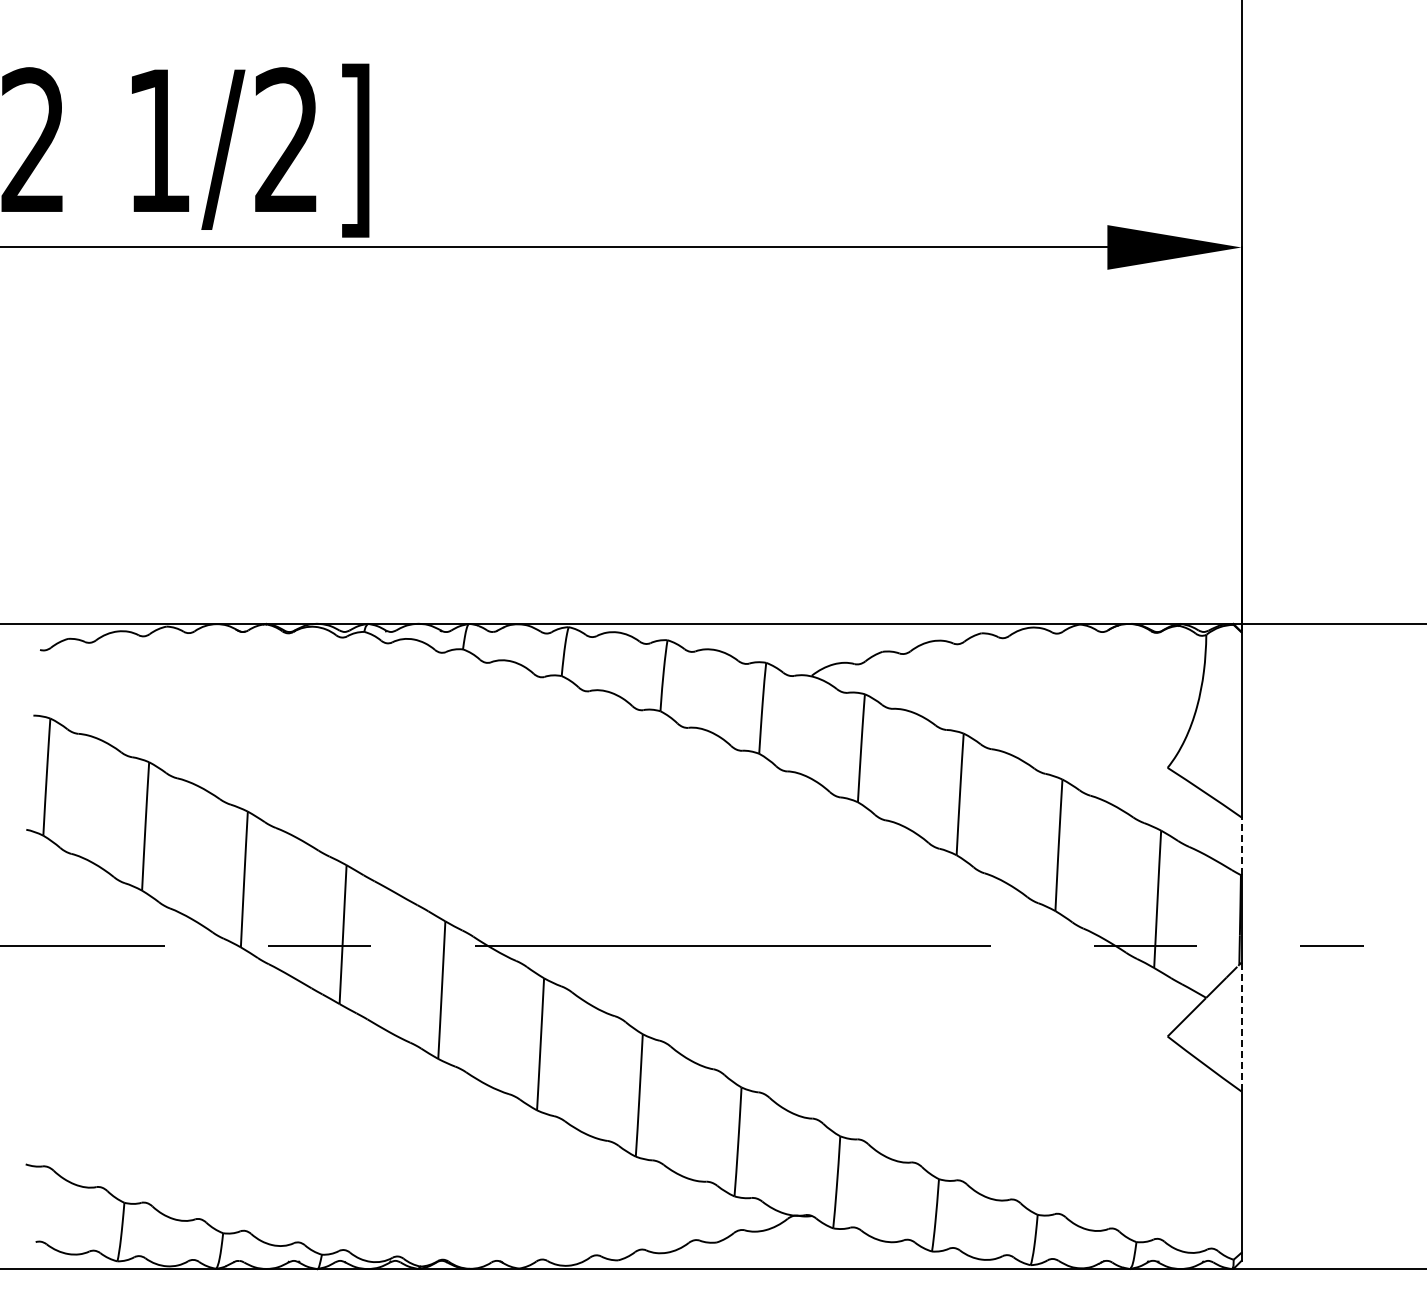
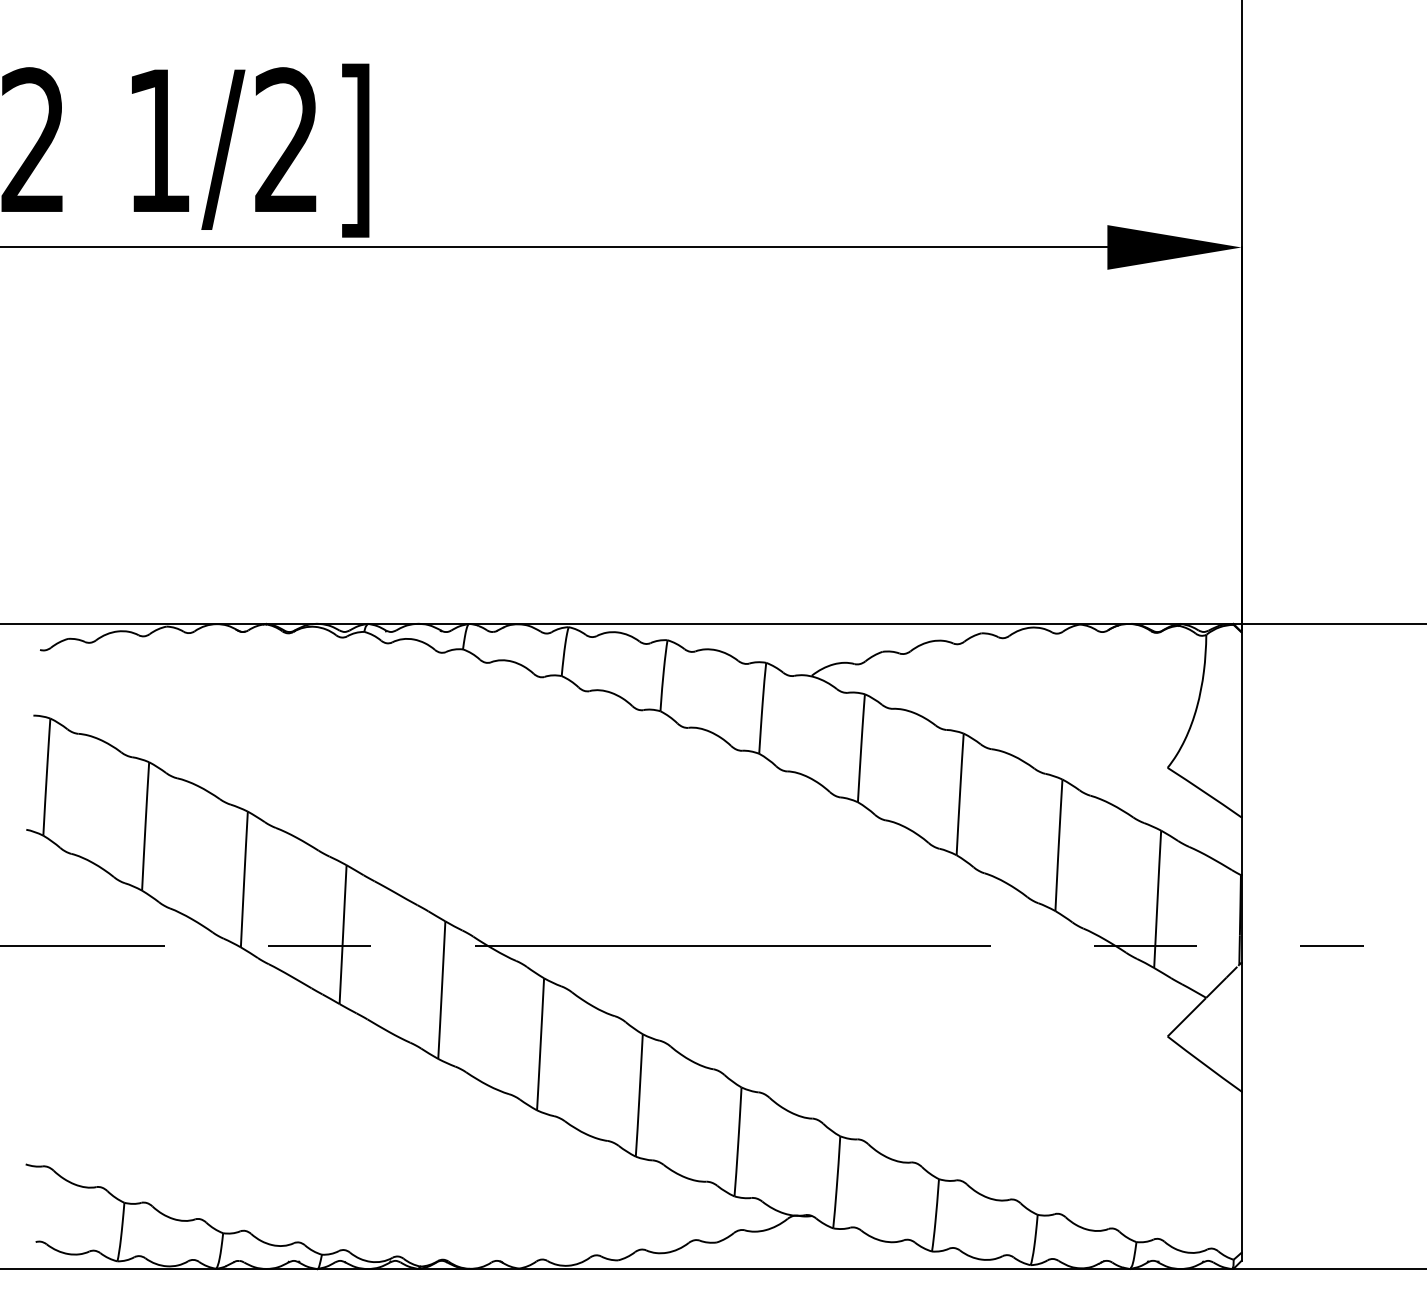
line at (1241, 846): dashed -> solid
line at (1241, 1027): dashed -> solid
